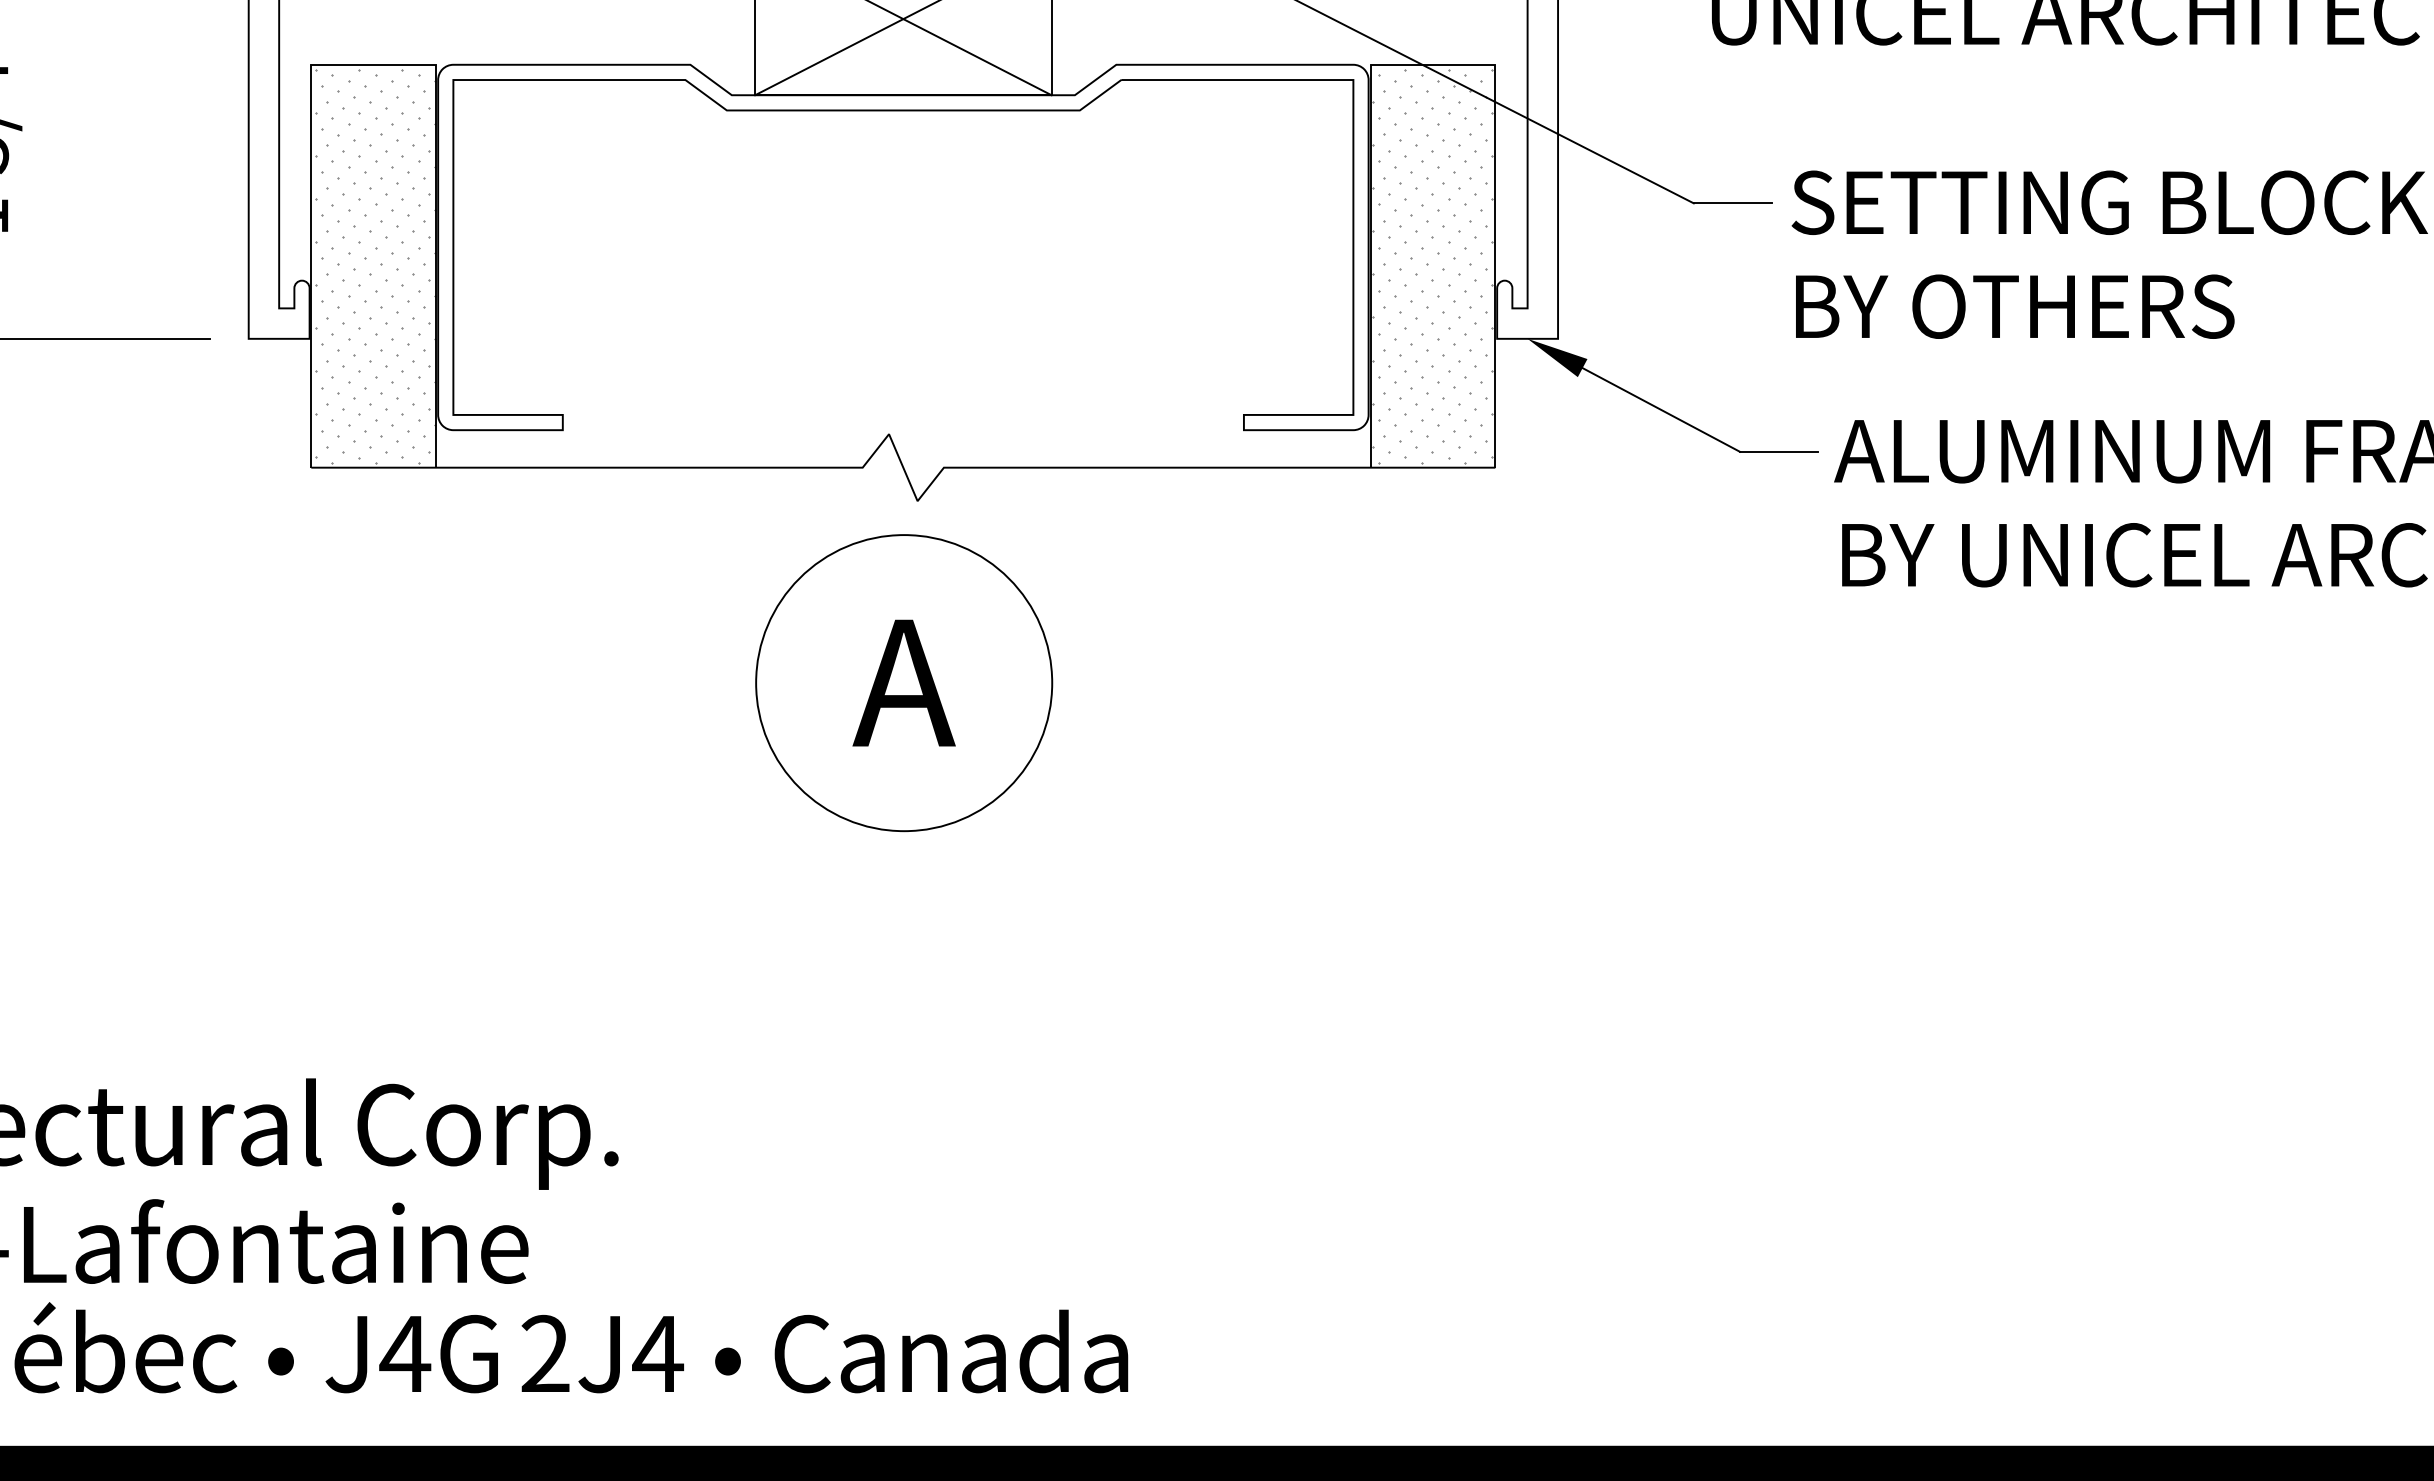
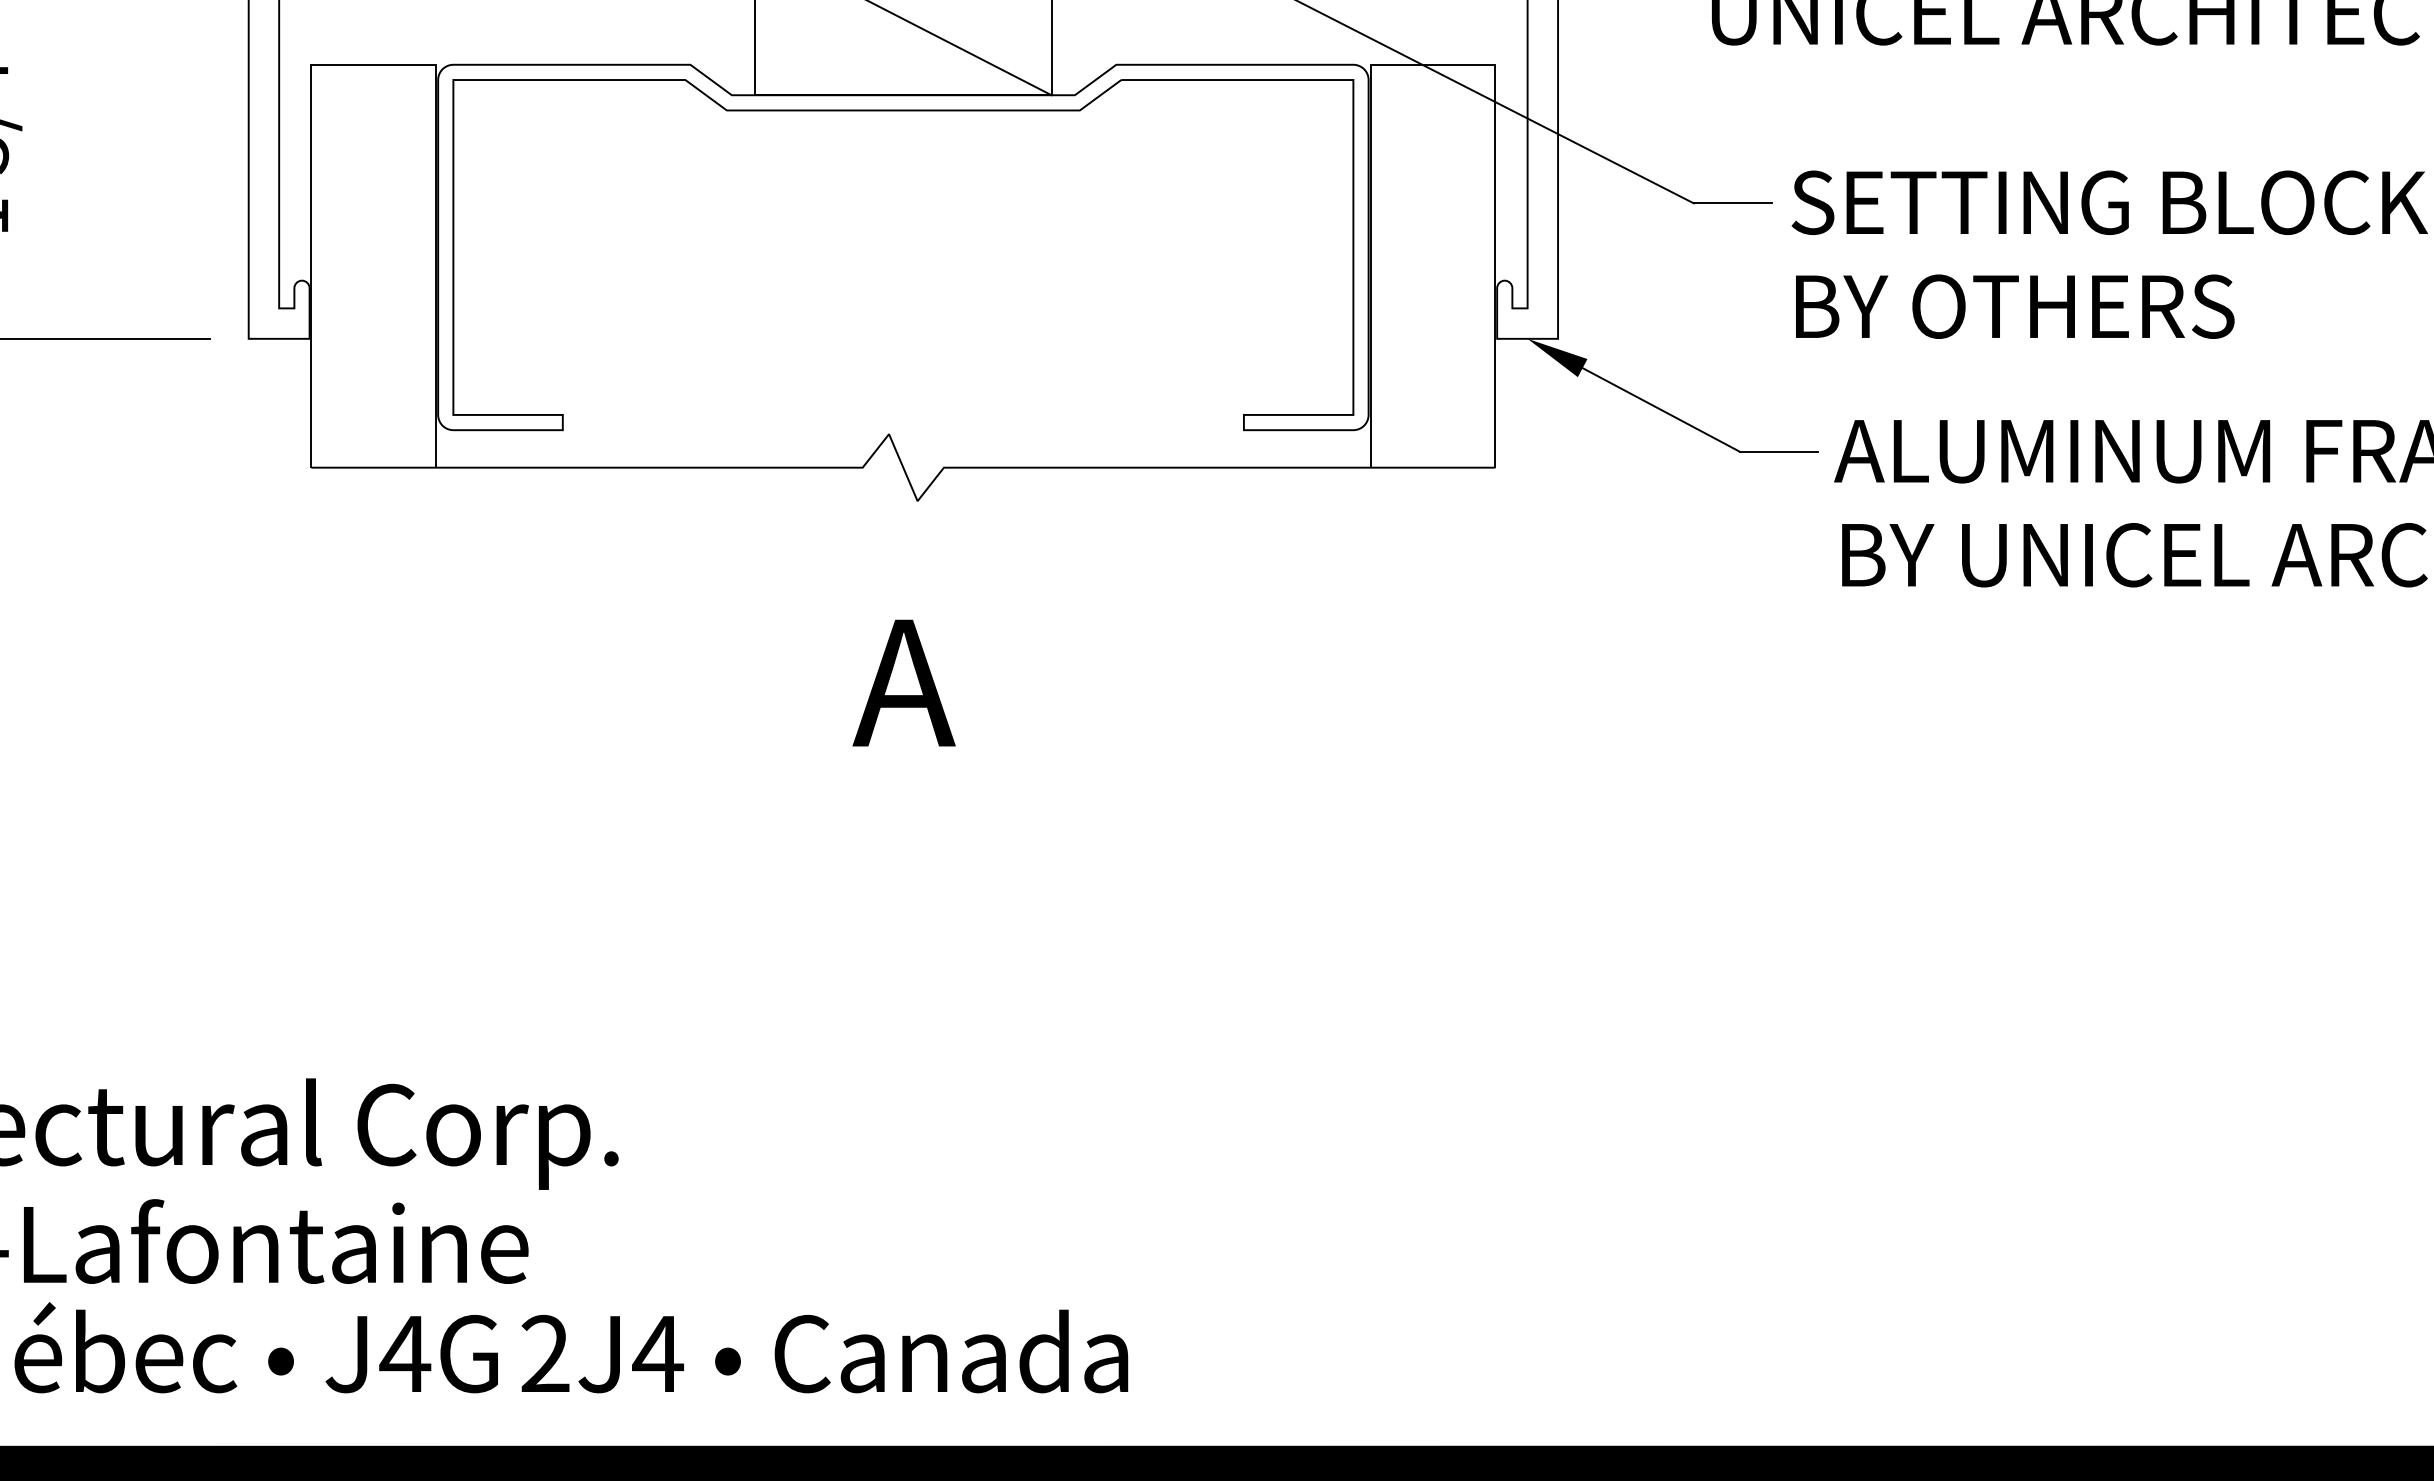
line at (845, 48): present -> none
hatch at (375, 265): present -> none
hatch at (1432, 265): present -> none
circle at (904, 683): present -> none
